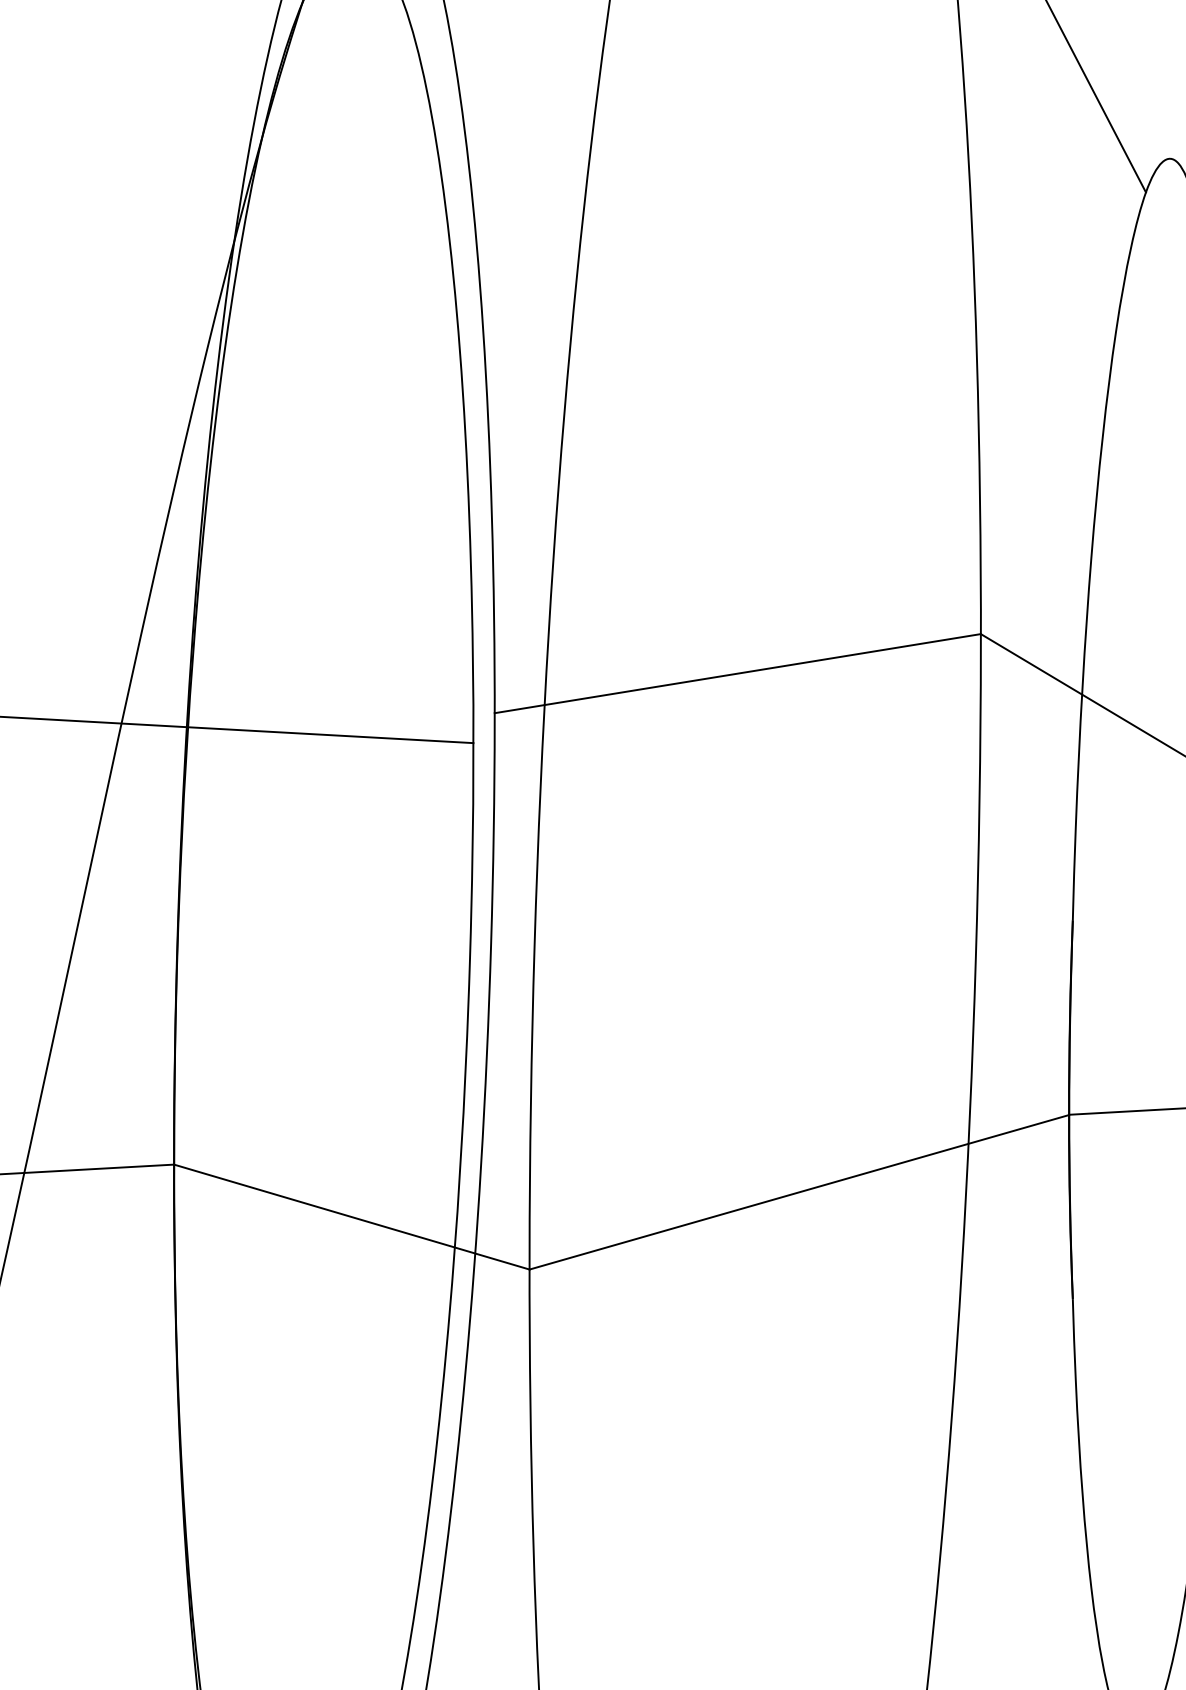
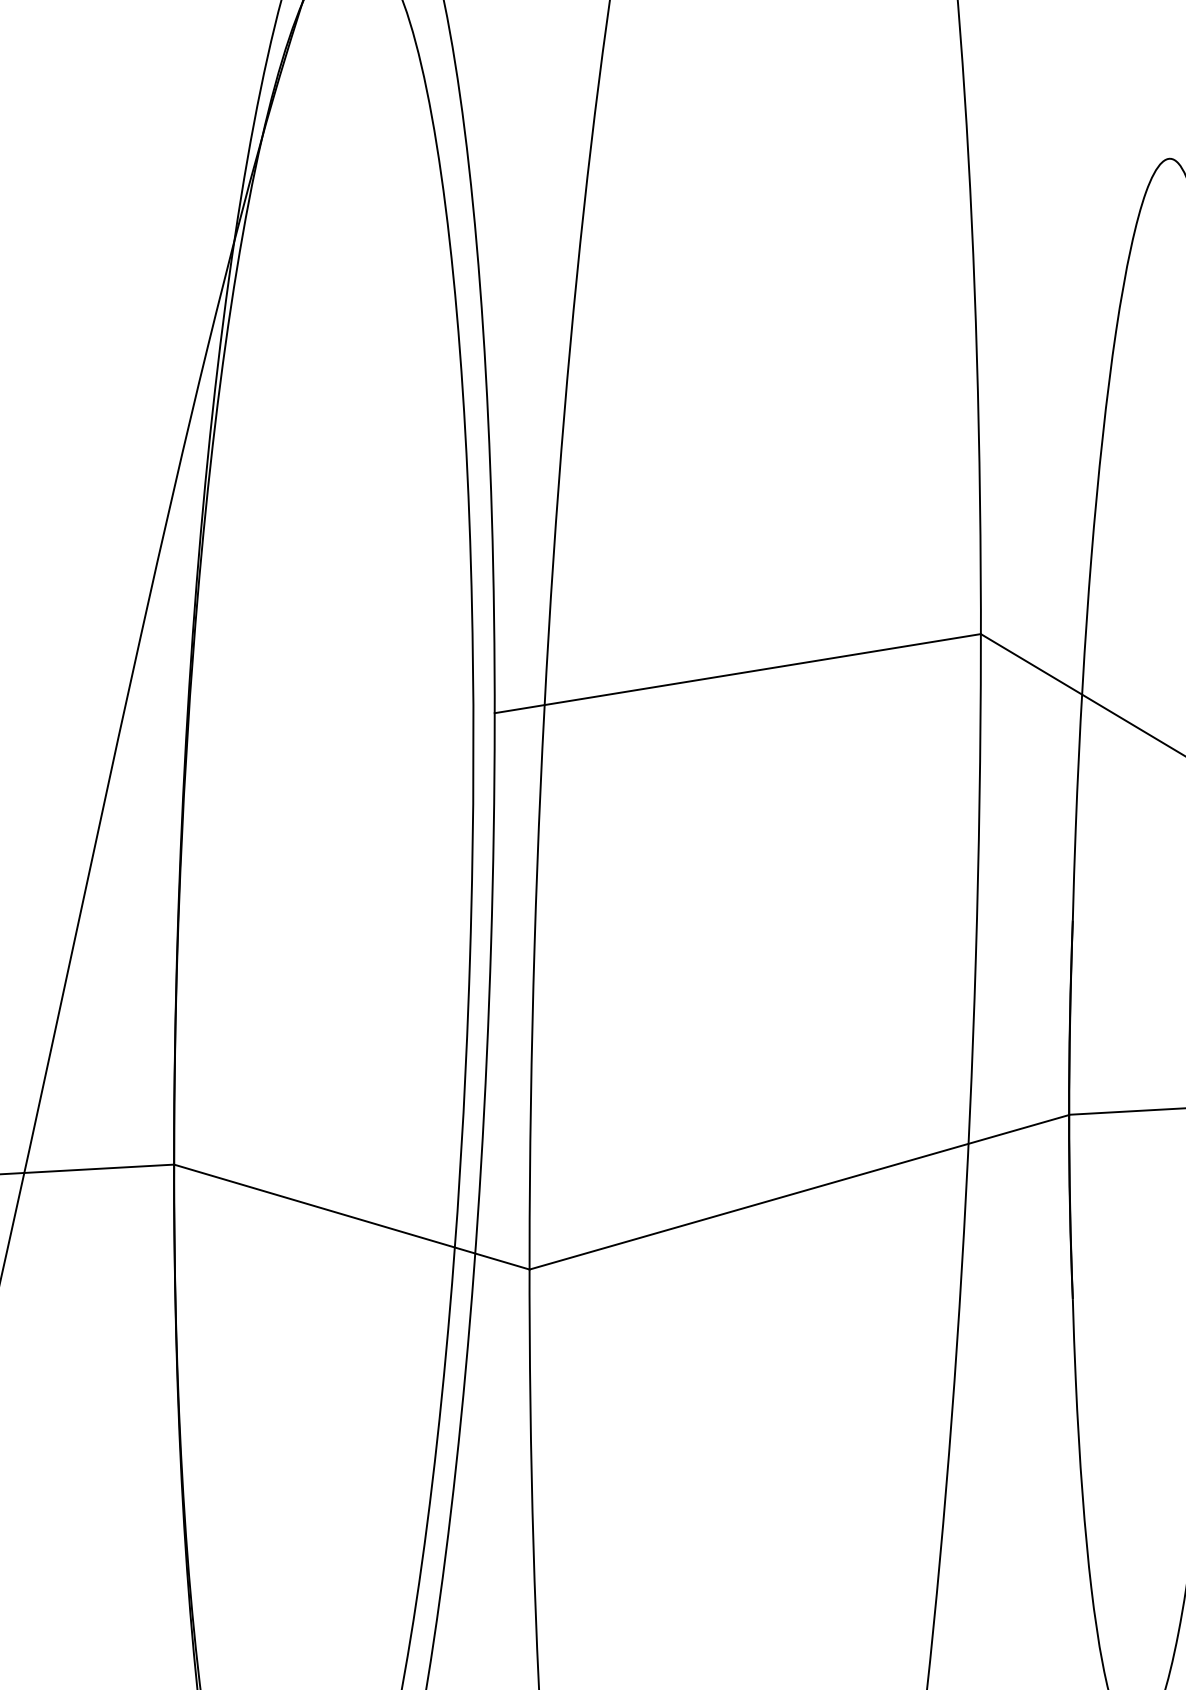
line at (1096, 97): present -> none
line at (237, 729): present -> none
